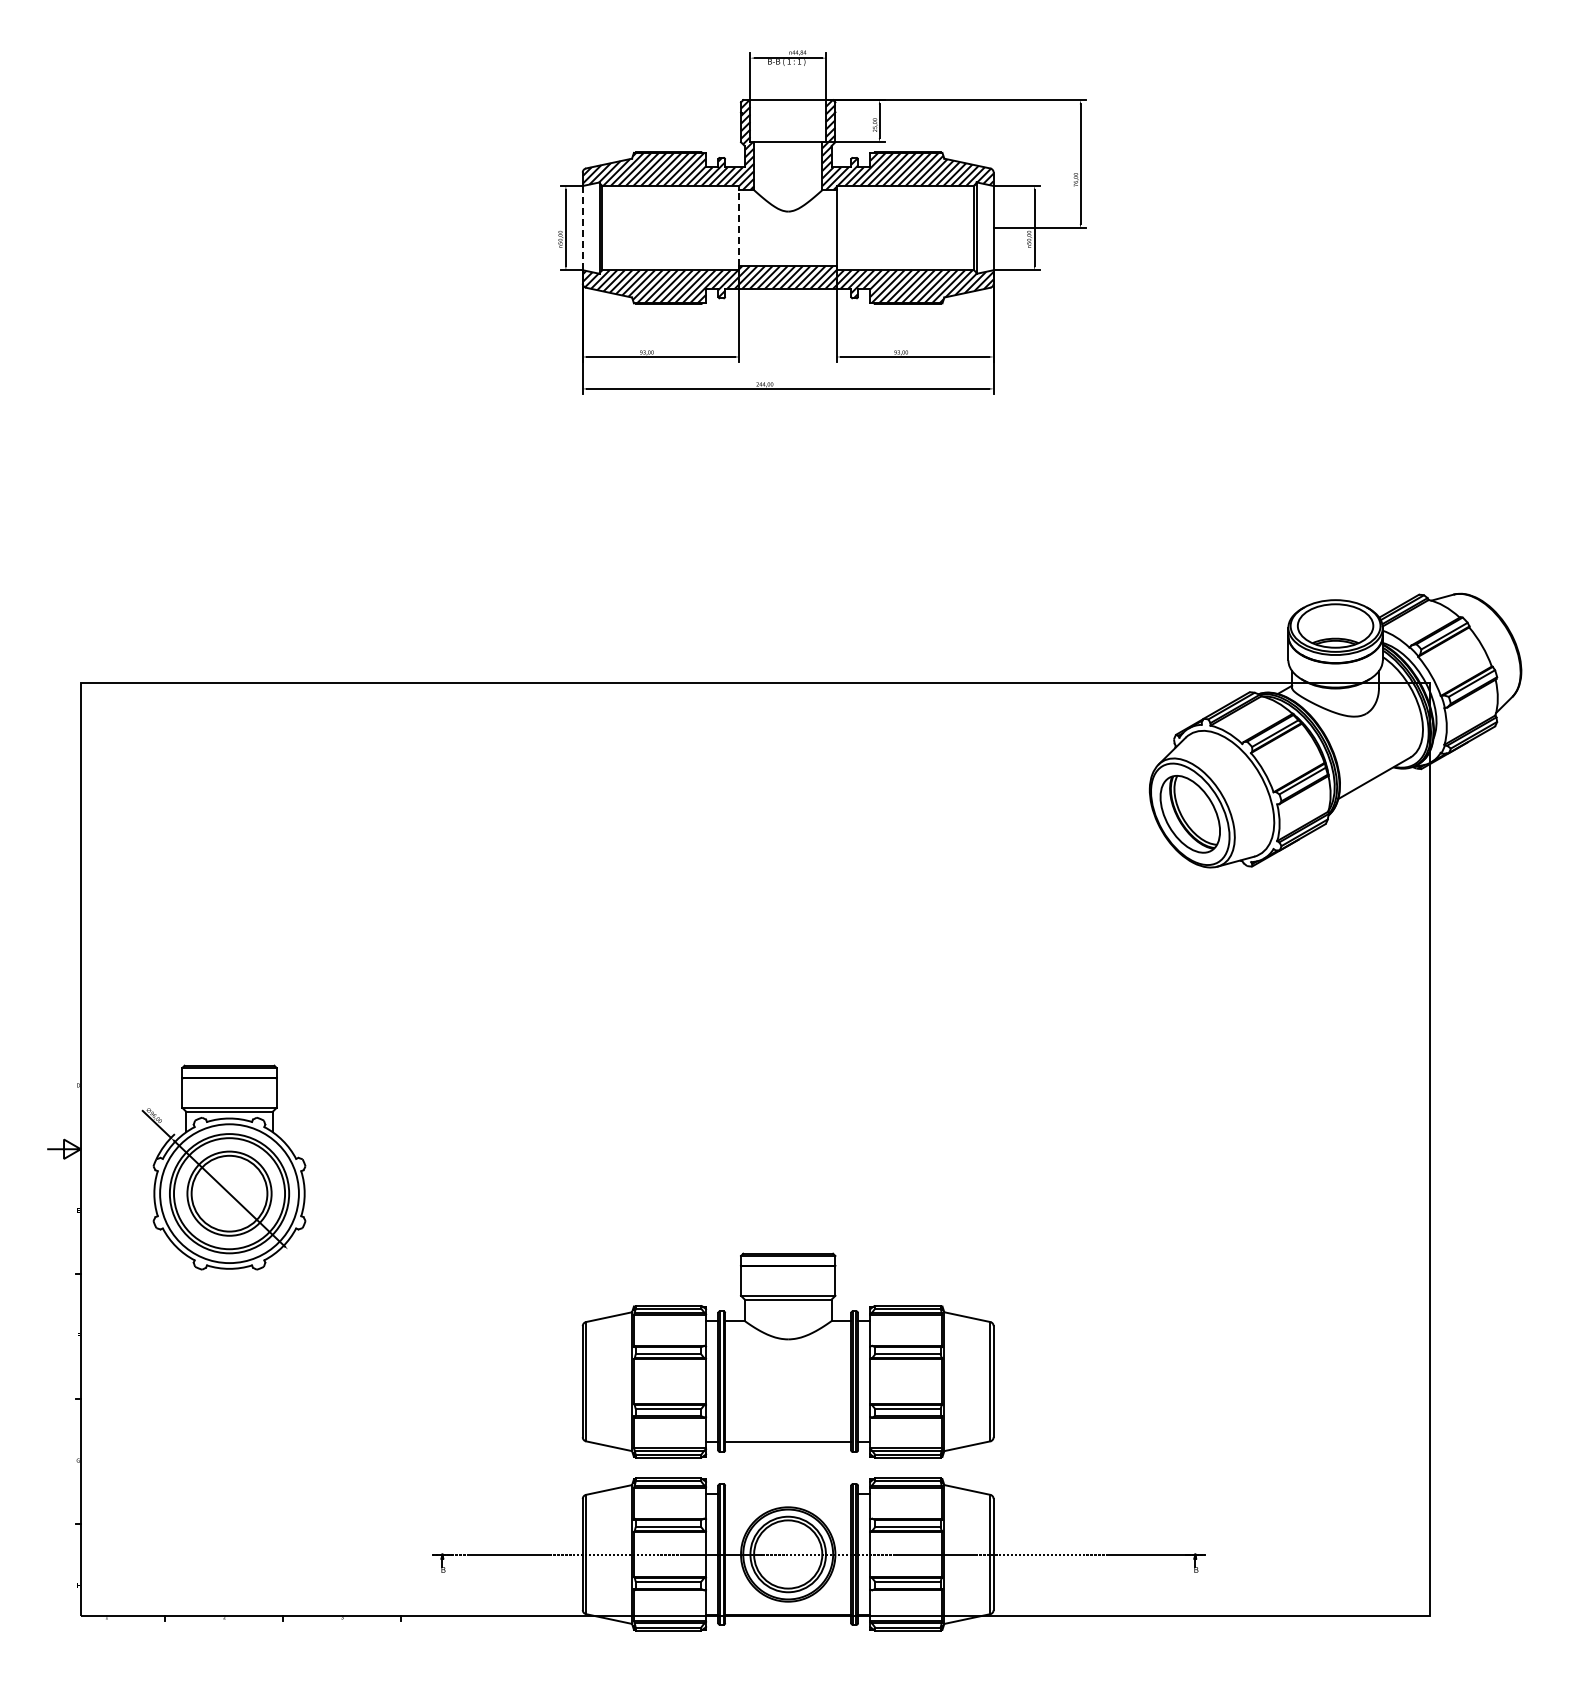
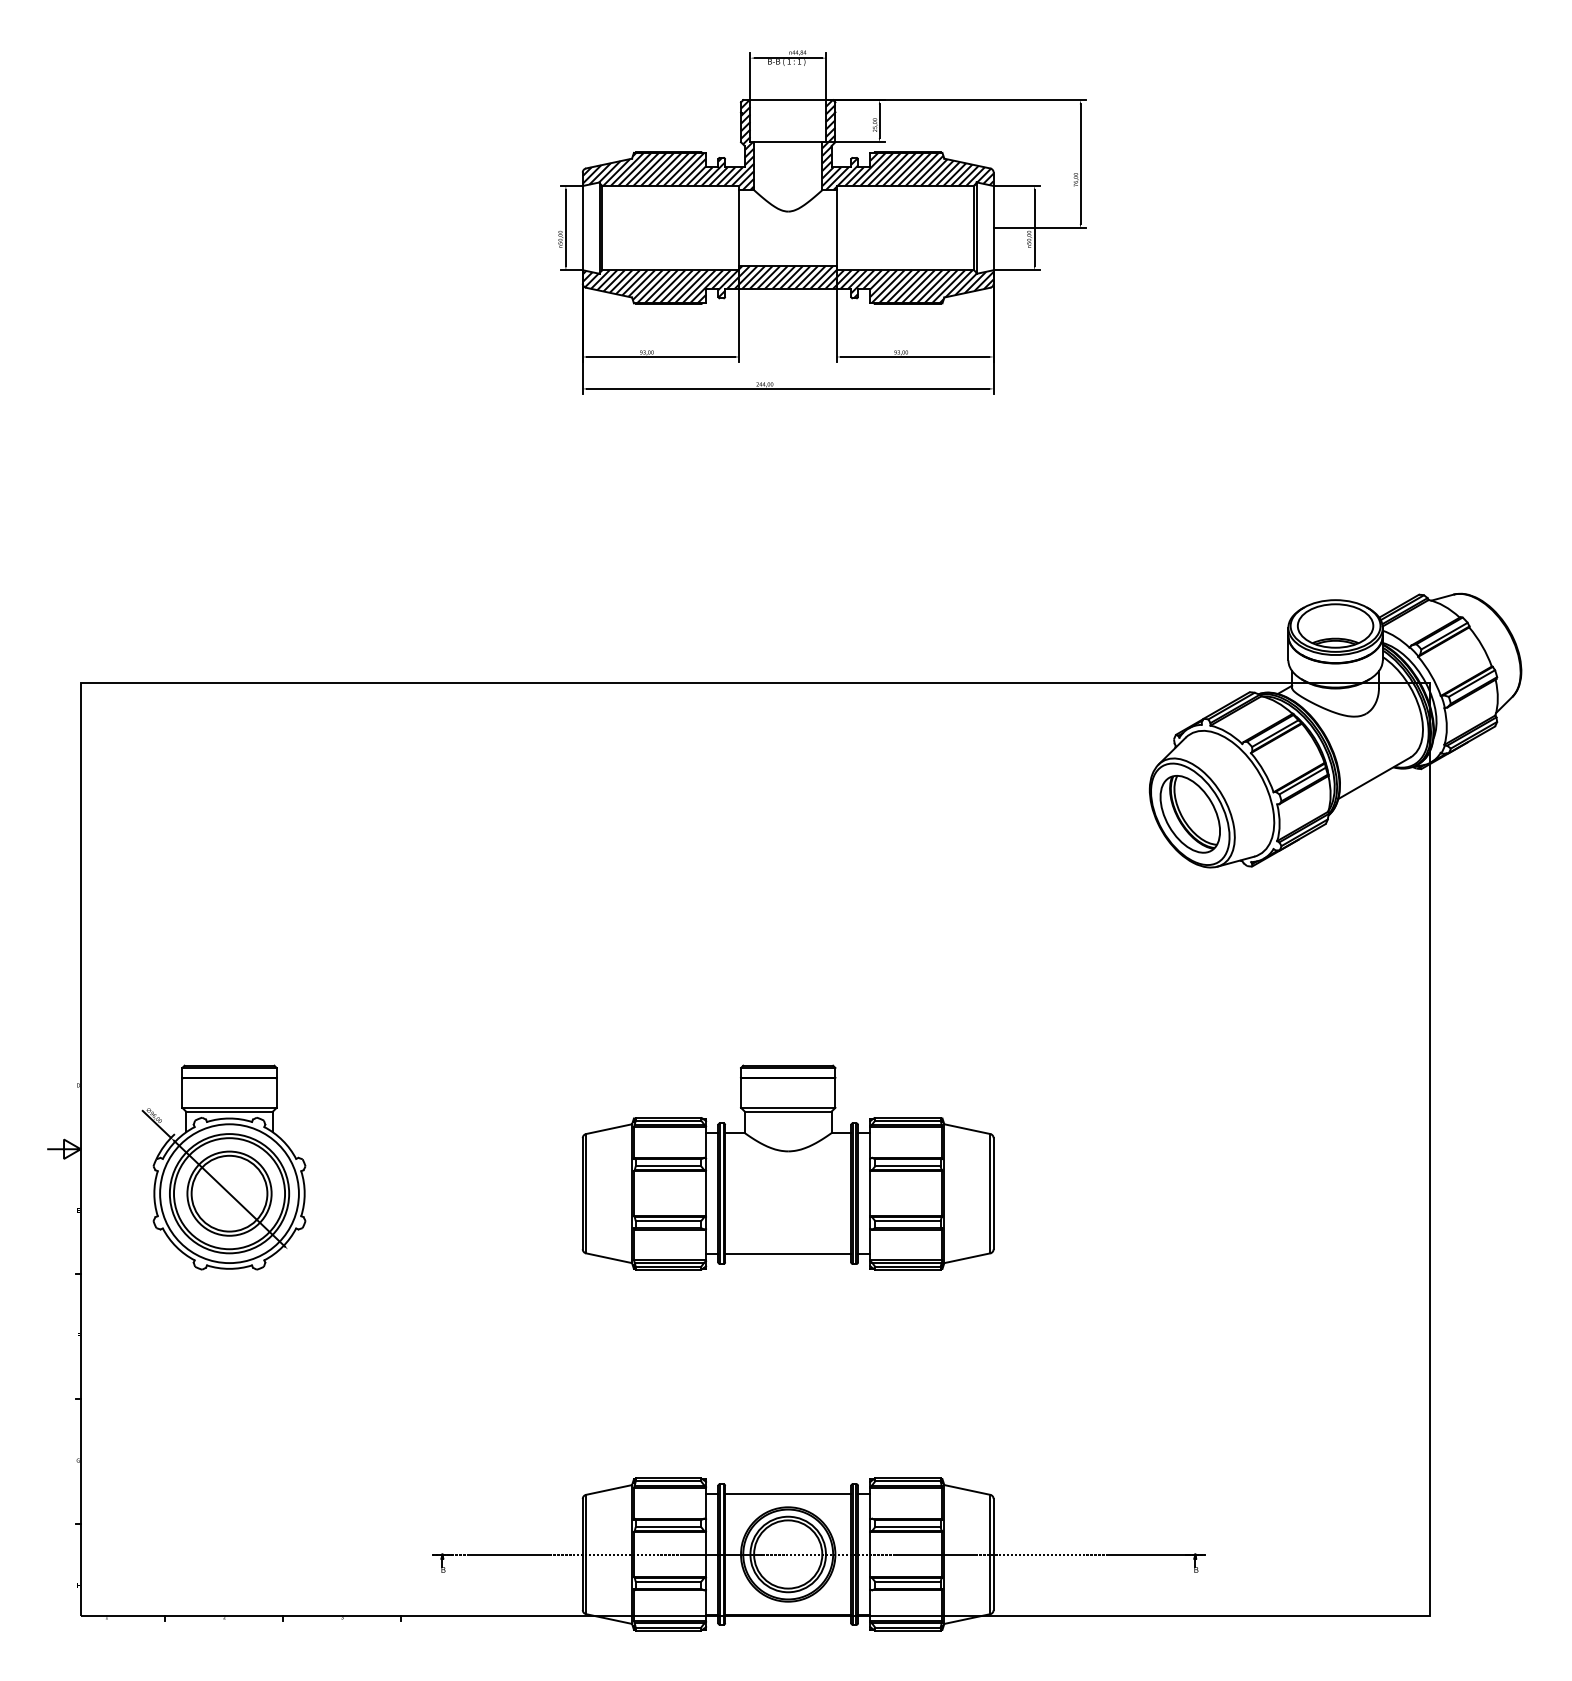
line at (582, 227): dashed -> solid
line at (739, 228): dashed -> solid
part at (787, 1355) position: (787, 1355) -> (787, 1167)
line at (788, 1493): none -> present
